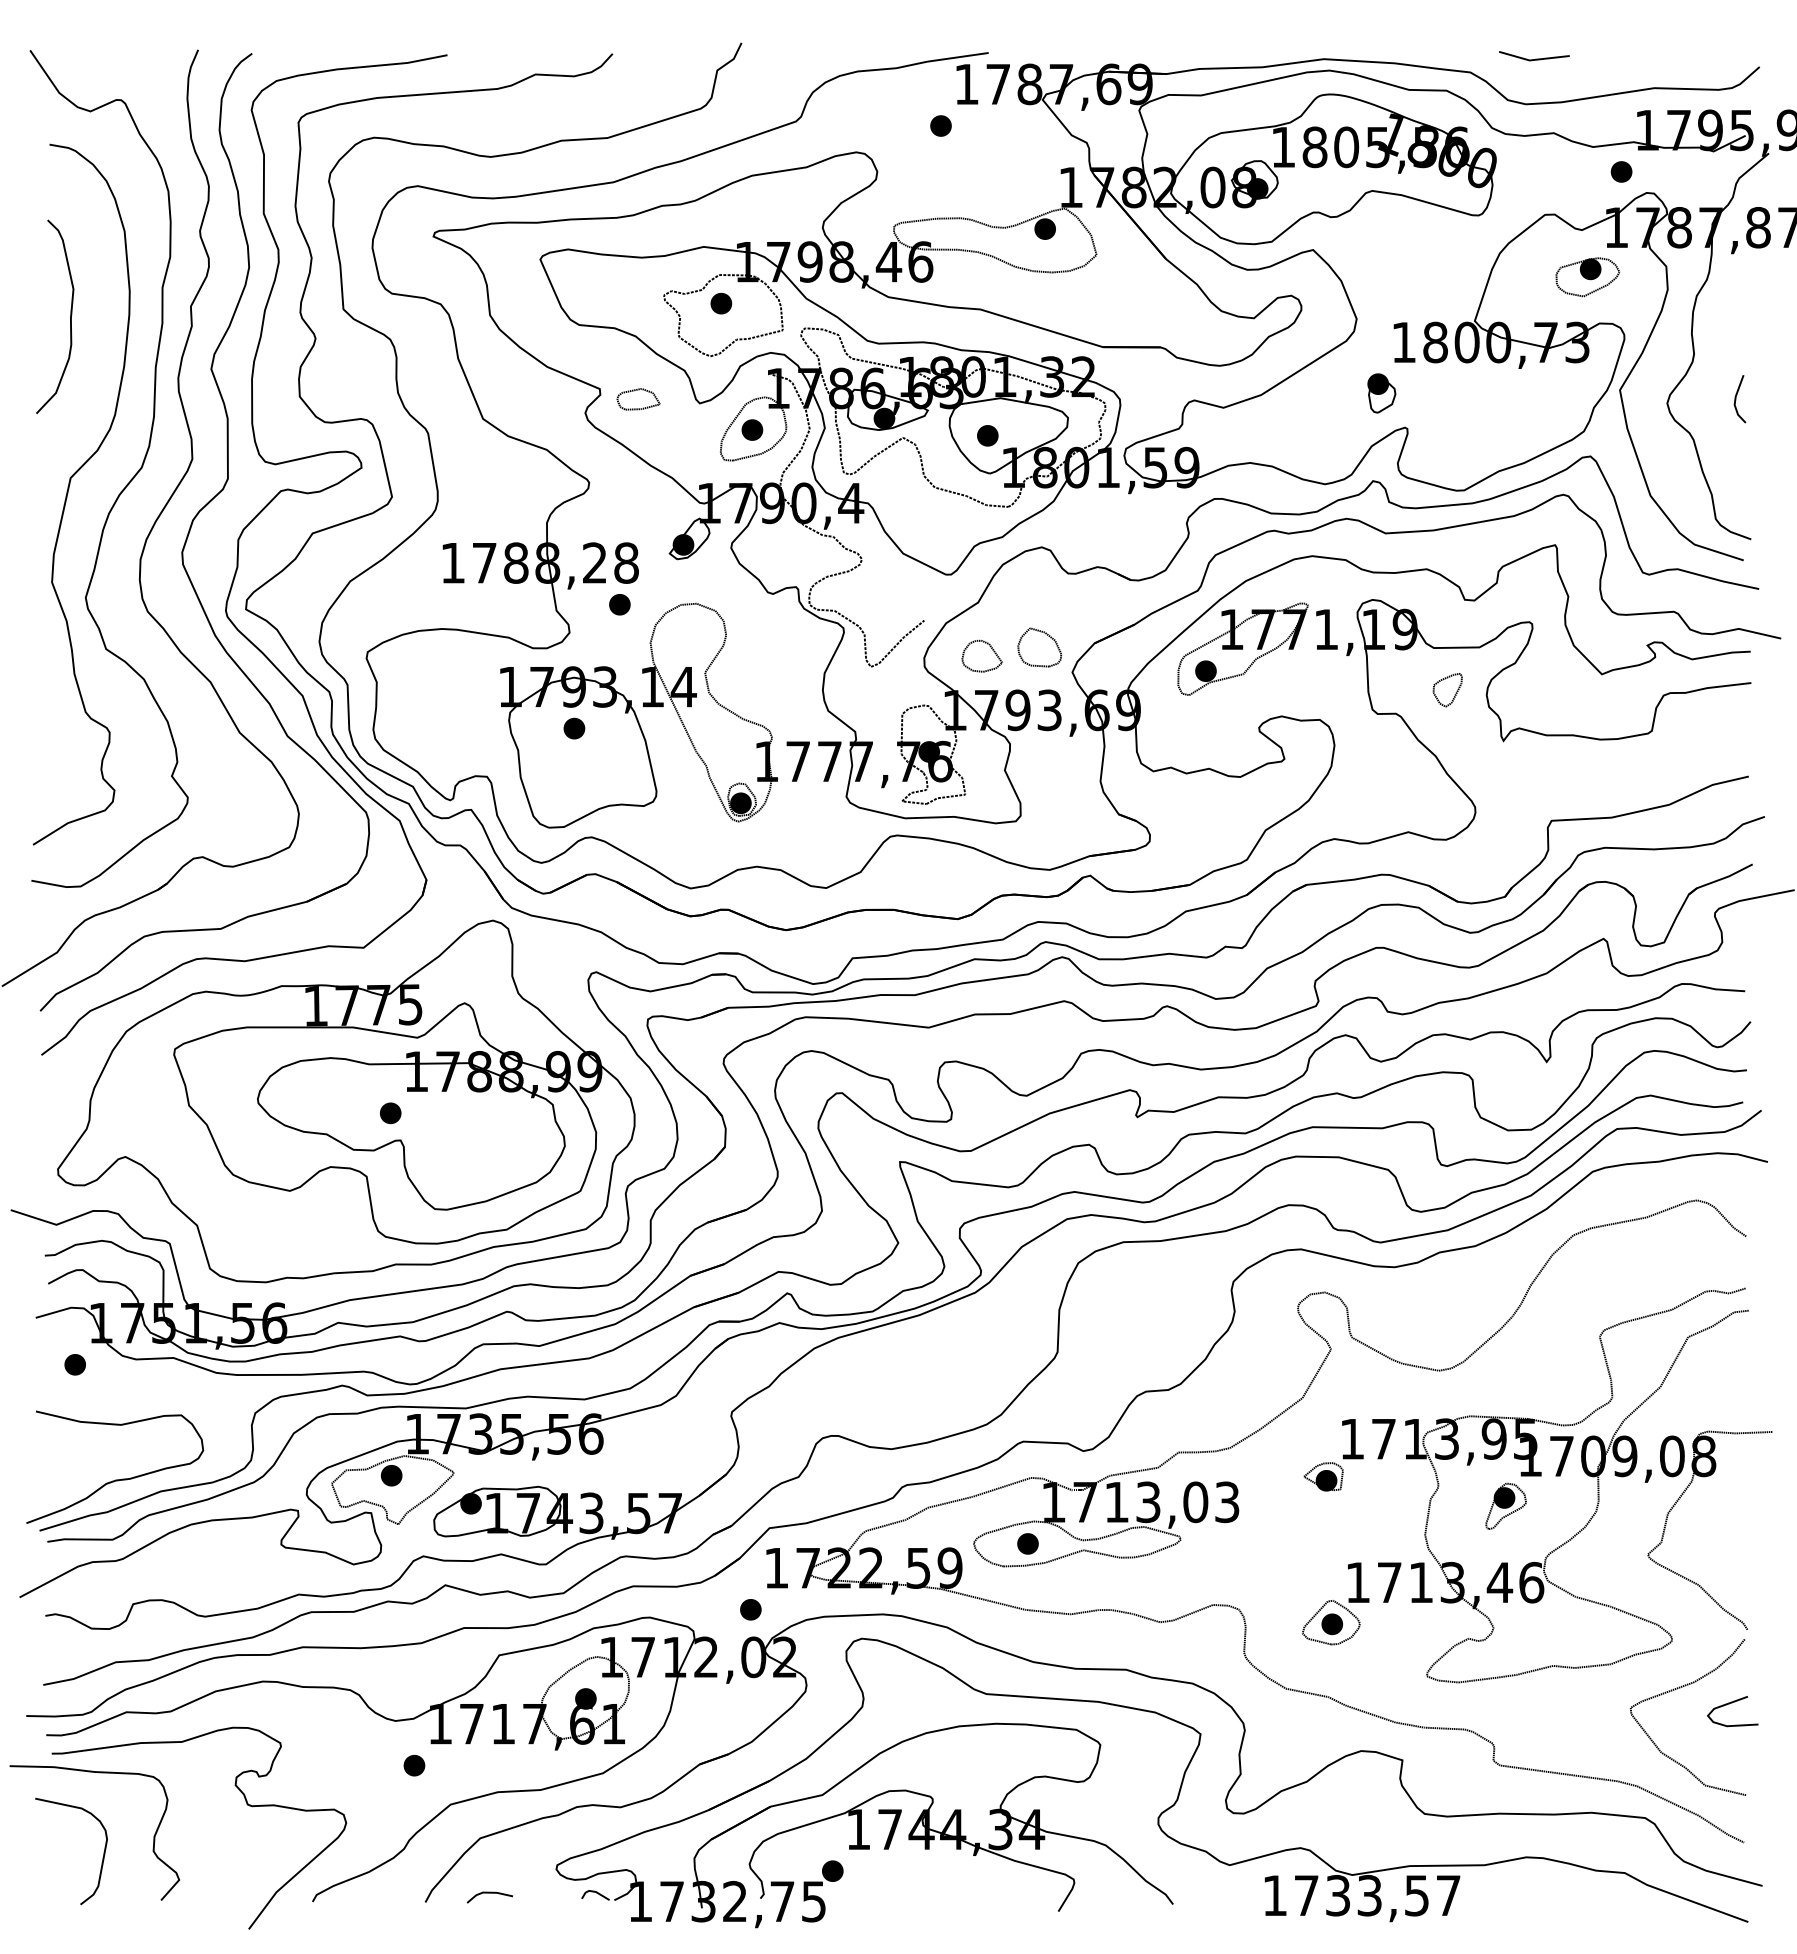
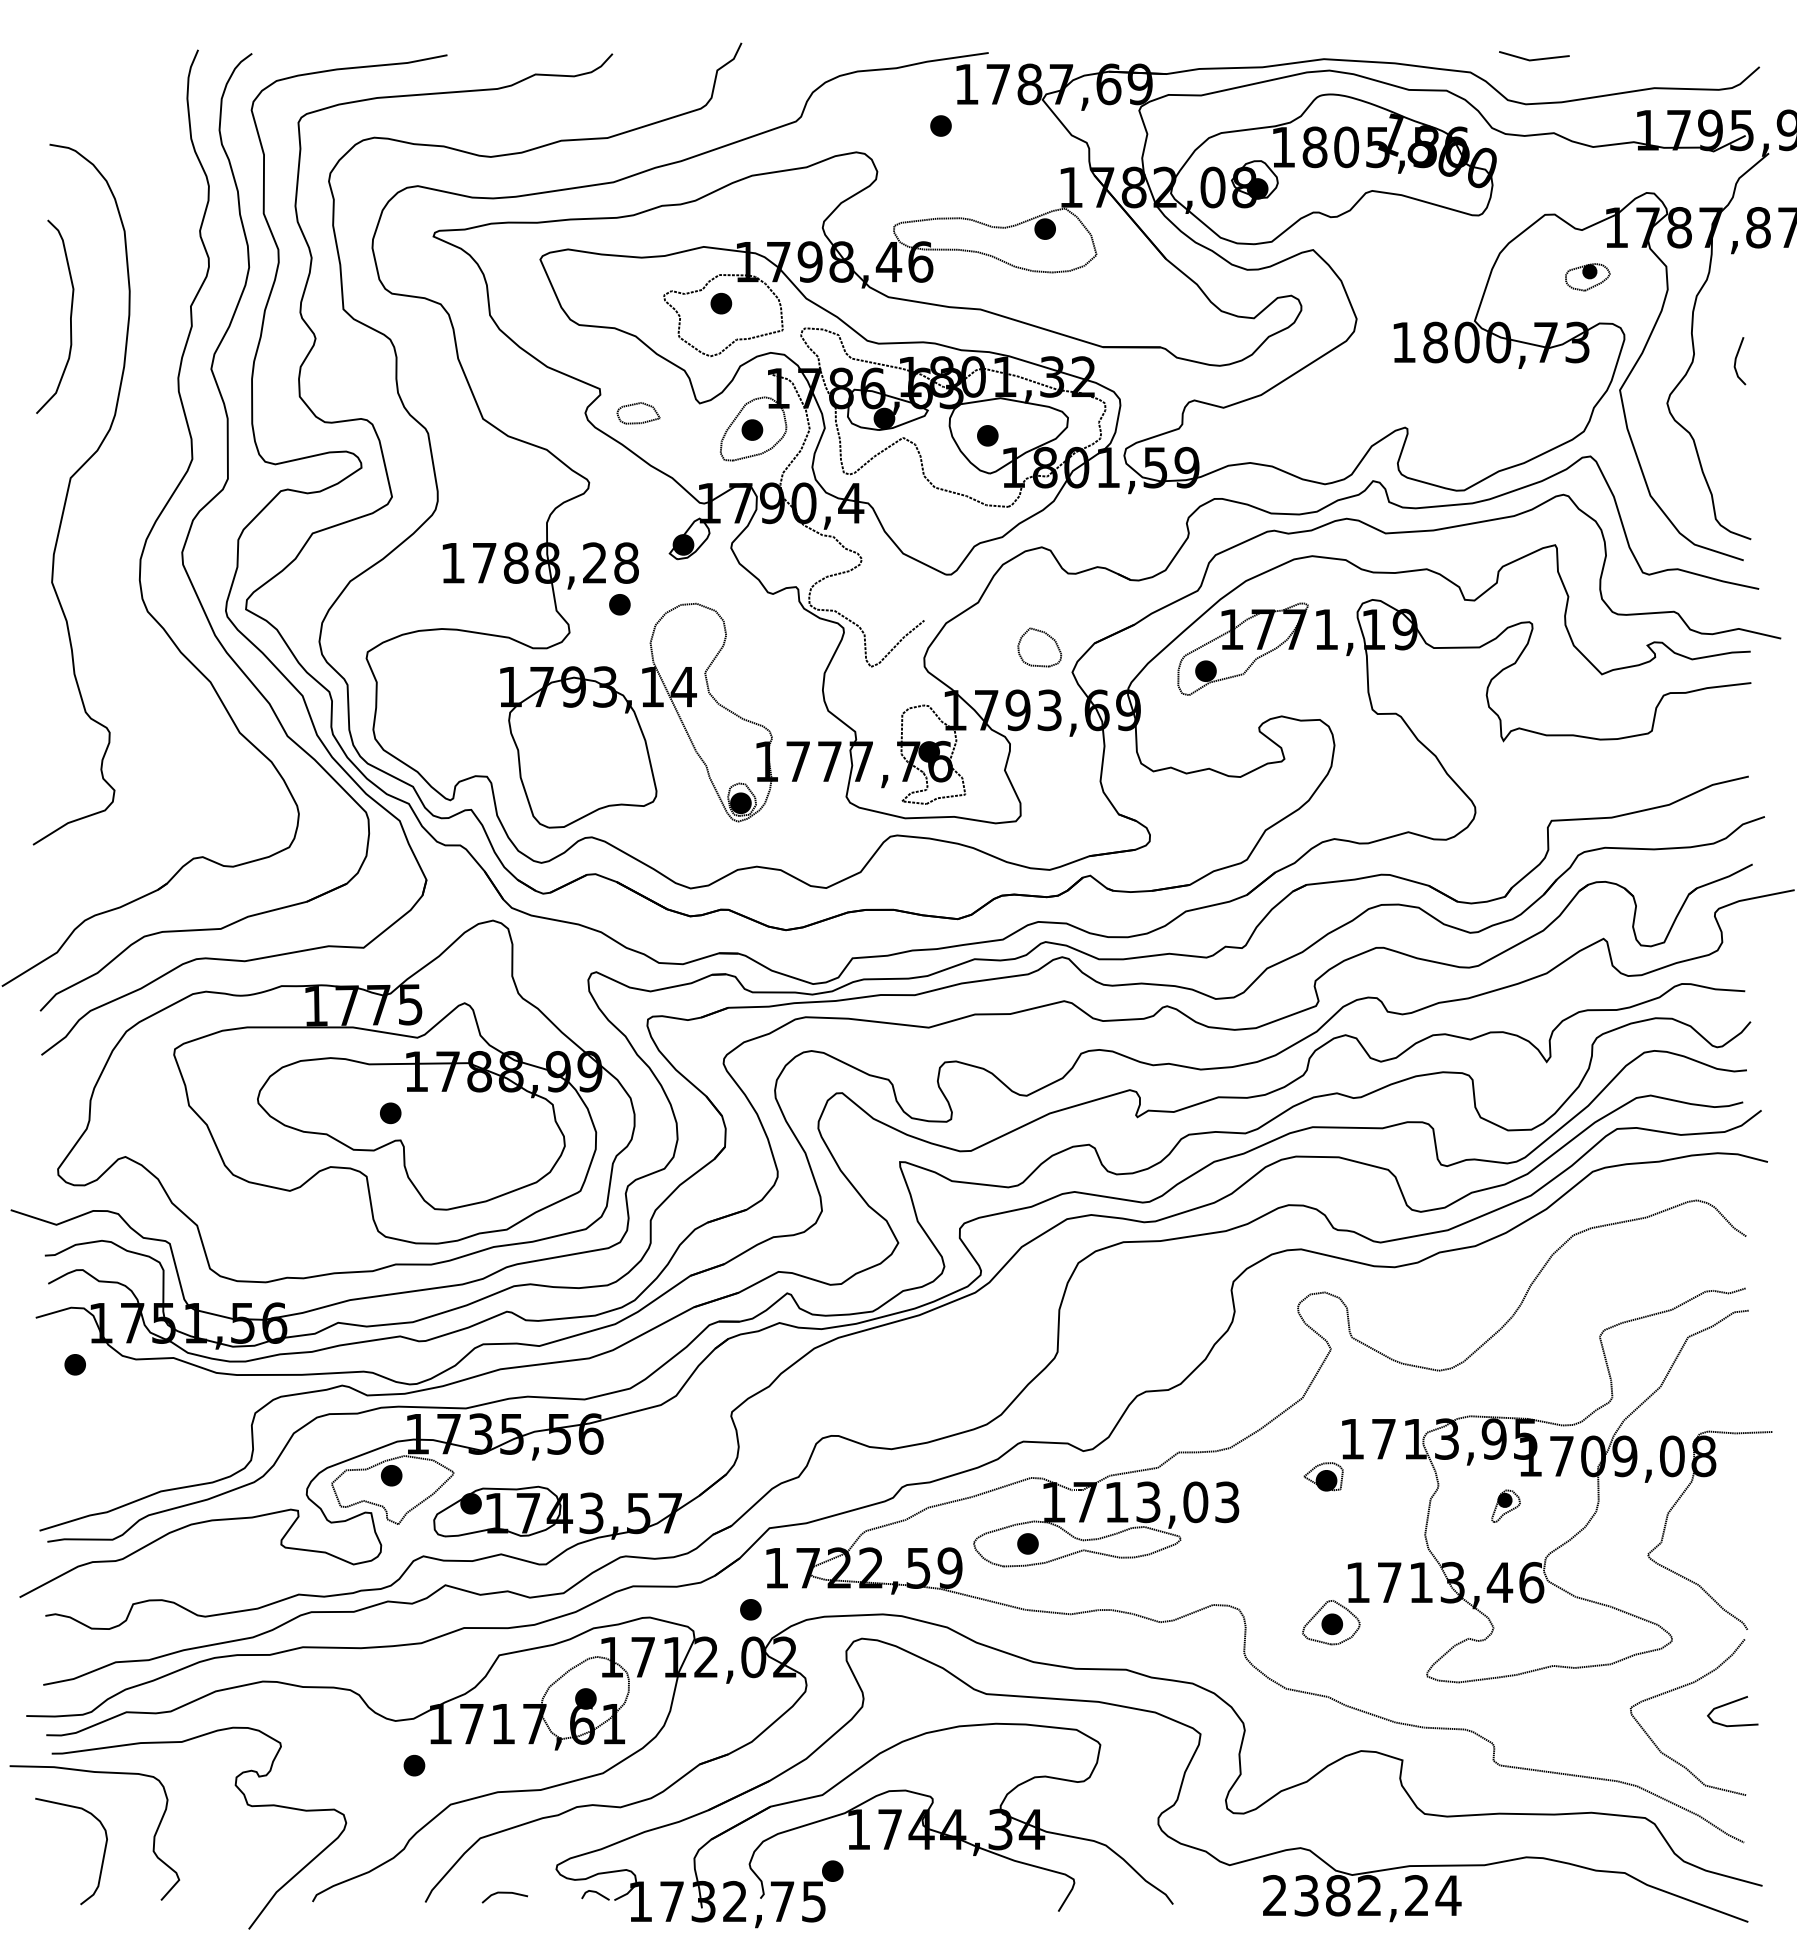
part at (1621, 171): present -> none
part at (1587, 277) size: 66x41 px -> 46x29 px
part at (1381, 393): present -> none
part at (638, 399) position: (638, 399) -> (638, 413)
part at (1739, 399) position: (1739, 399) -> (1739, 361)
part at (125, 485): present -> none
part at (981, 655): present -> none
part at (1447, 690): present -> none
part at (574, 728): present -> none
curve at (115, 1479): present -> none
part at (1505, 1505) size: 42x48 px -> 30x34 px
line at (489, 1893) position: (489, 1893) -> (504, 1893)
text at (1362, 1895): 1733,57 -> 2382,24
